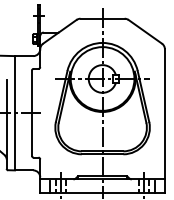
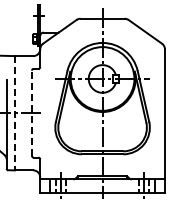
line at (14, 113): solid -> dashed
line at (31, 113): solid -> dashed
